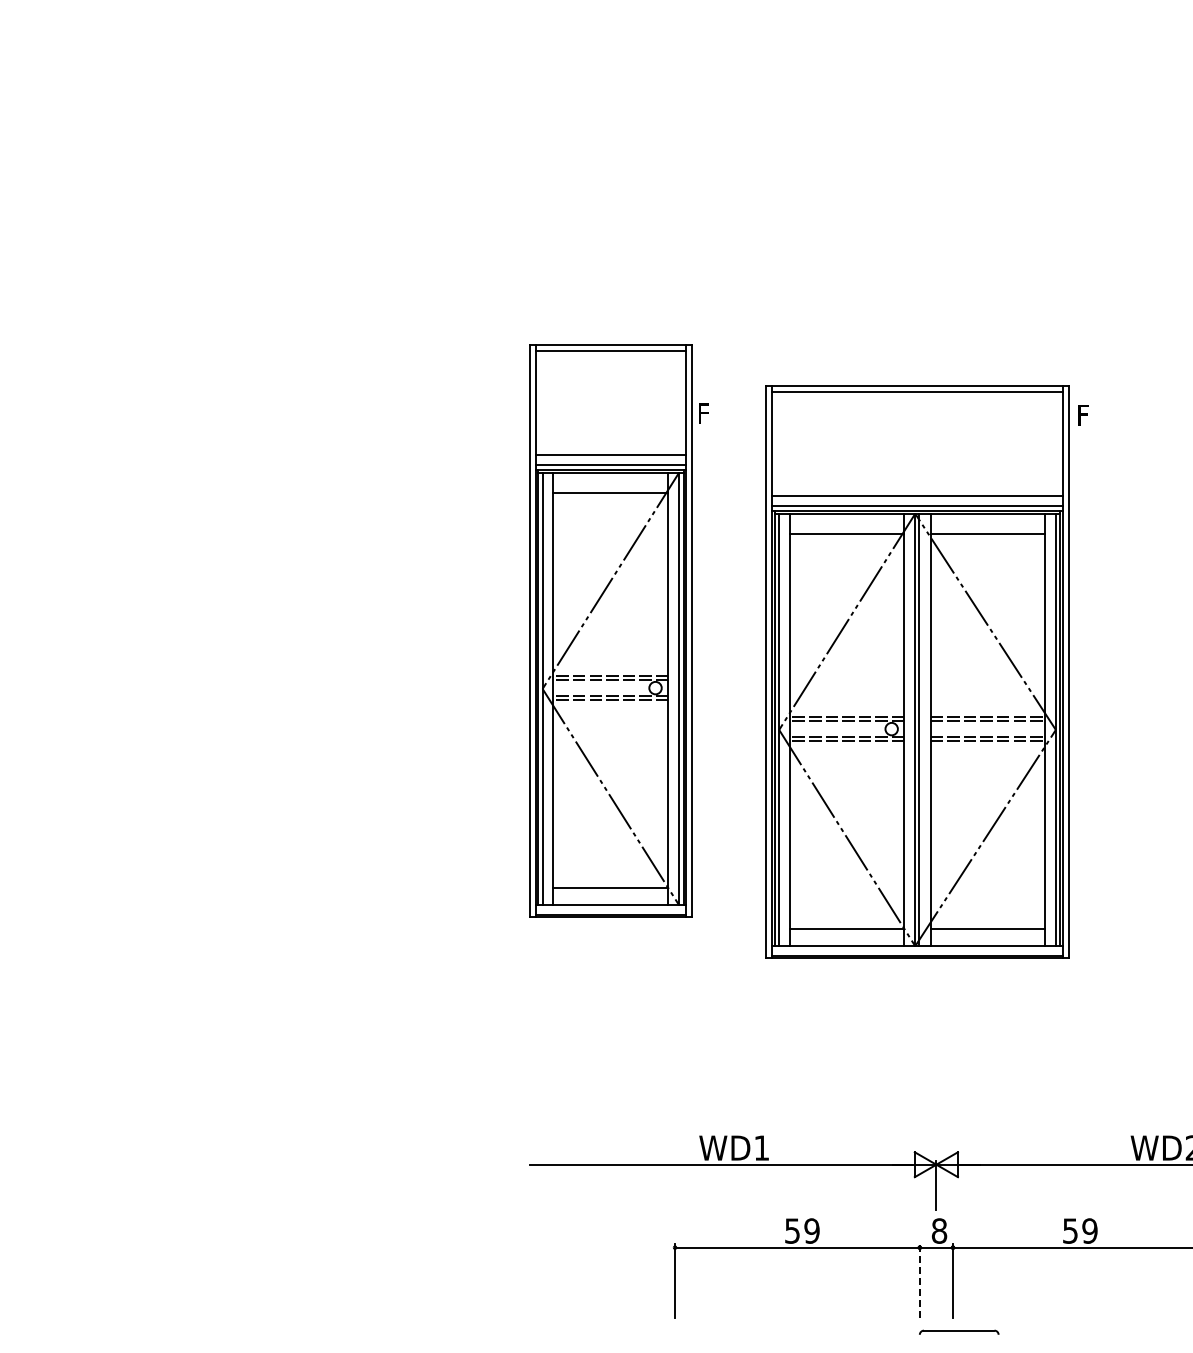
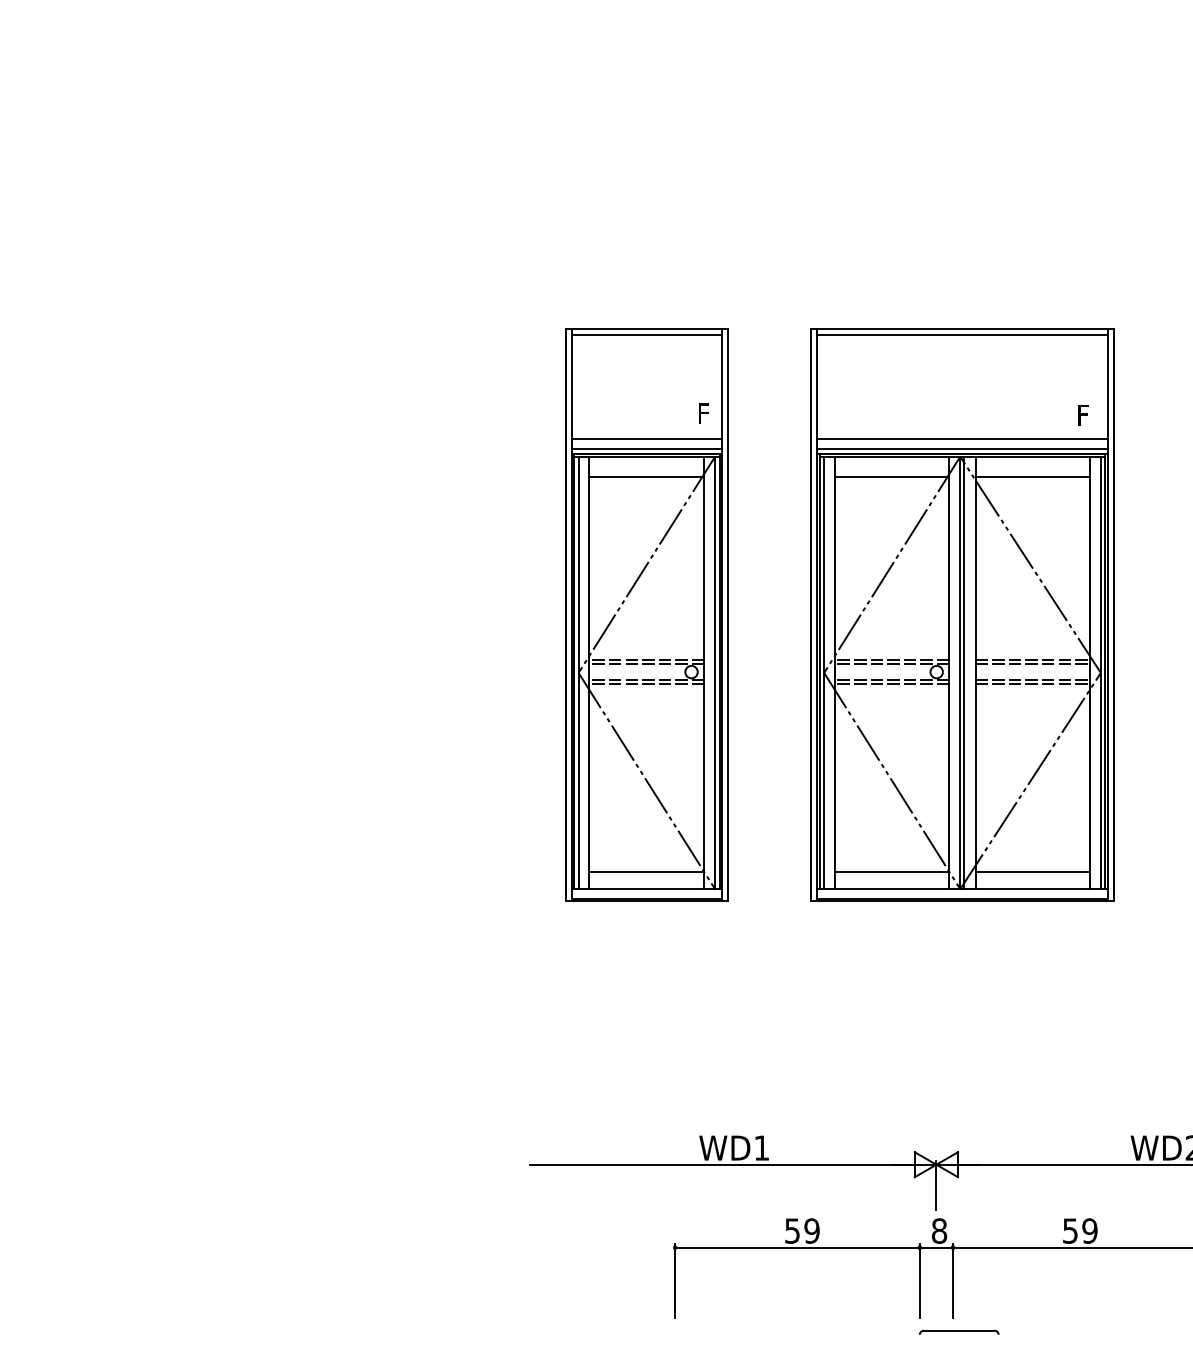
part at (610, 630) position: (610, 630) -> (646, 614)
part at (917, 671) position: (917, 671) -> (962, 614)
line at (919, 1280): dashed -> solid
